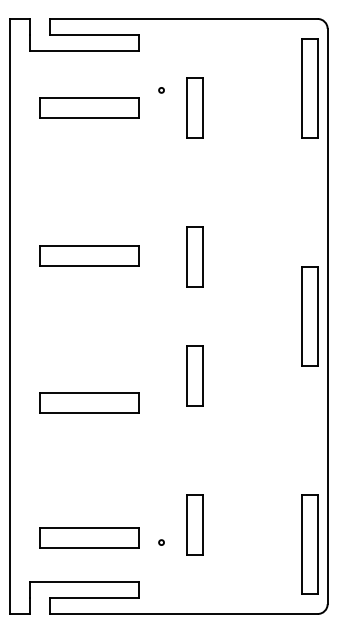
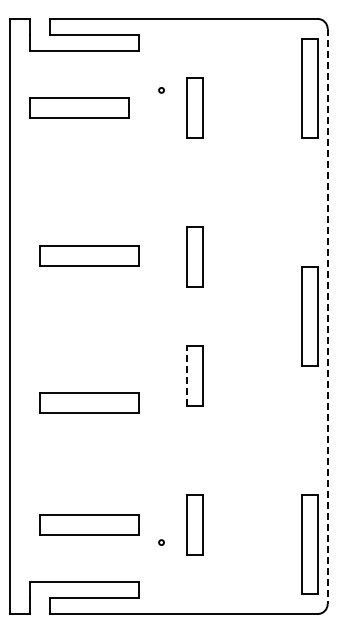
part at (89, 107) position: (89, 107) -> (79, 107)
line at (327, 316): solid -> dashed
line at (186, 376): solid -> dashed
part at (89, 537) position: (89, 537) -> (89, 524)
